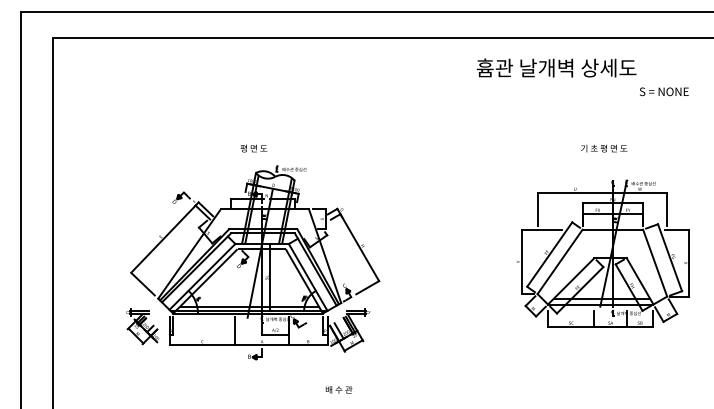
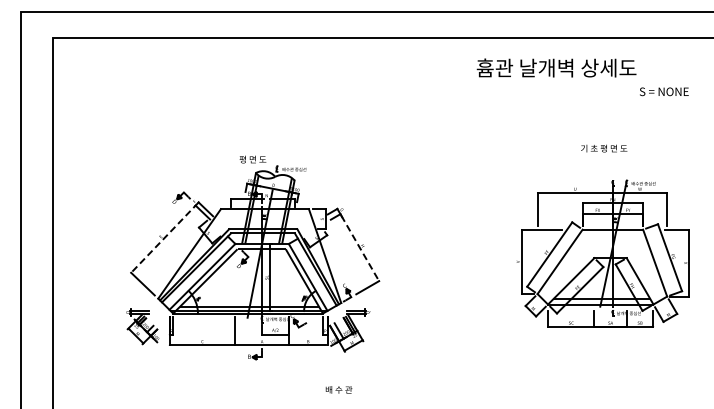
text at (253, 148) position: (253, 148) -> (252, 159)
line at (164, 238): solid -> dashed
line at (360, 248): solid -> dashed
